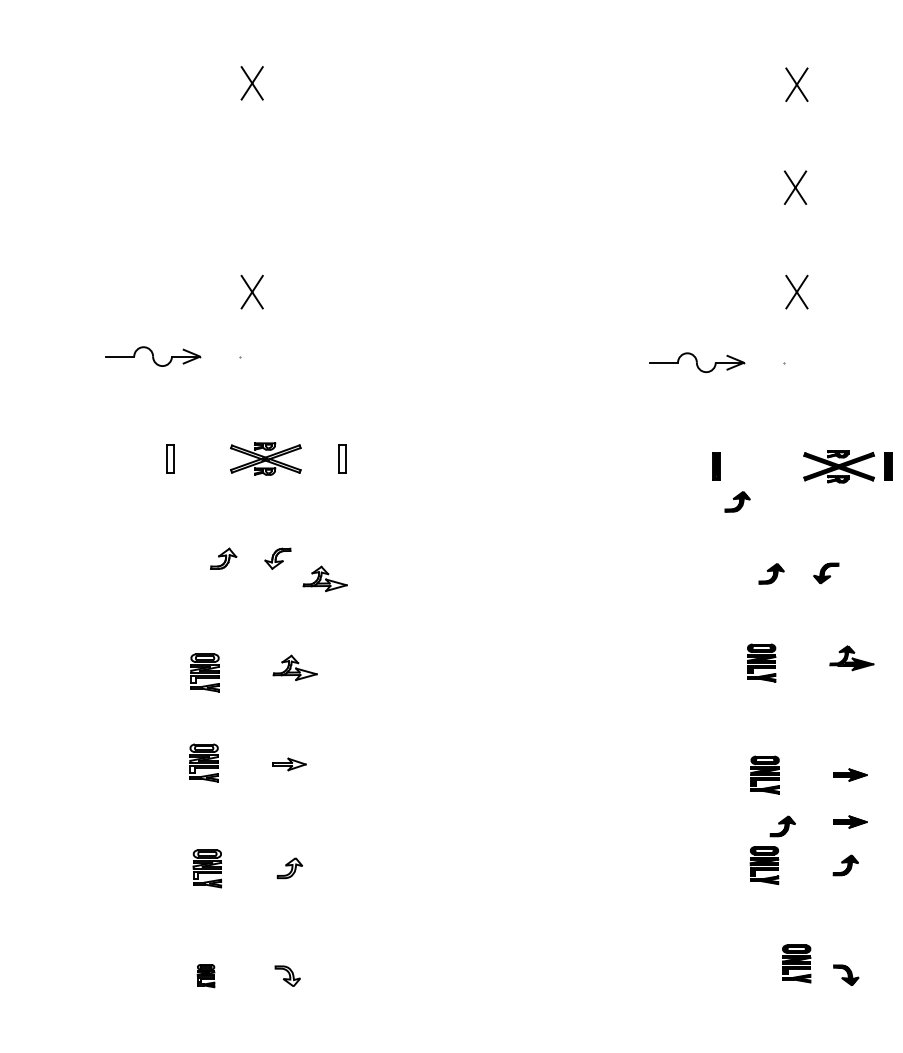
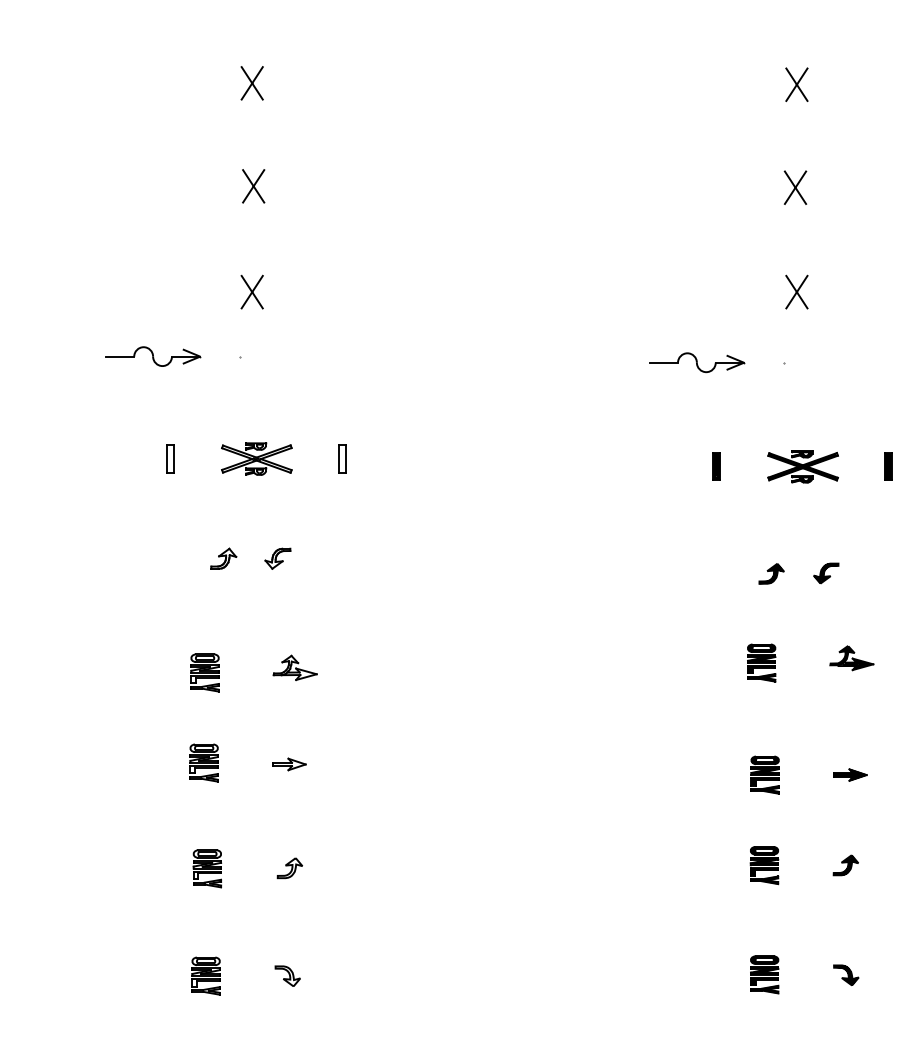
part at (253, 186): none -> present
part at (265, 458) position: (265, 458) -> (256, 458)
part at (838, 466) position: (838, 466) -> (802, 466)
part at (737, 501): present -> none
part at (324, 578): present -> none
part at (850, 821): present -> none
part at (782, 826): present -> none
part at (796, 963) position: (796, 963) -> (764, 974)
part at (205, 976) size: 20x25 px -> 30x40 px
